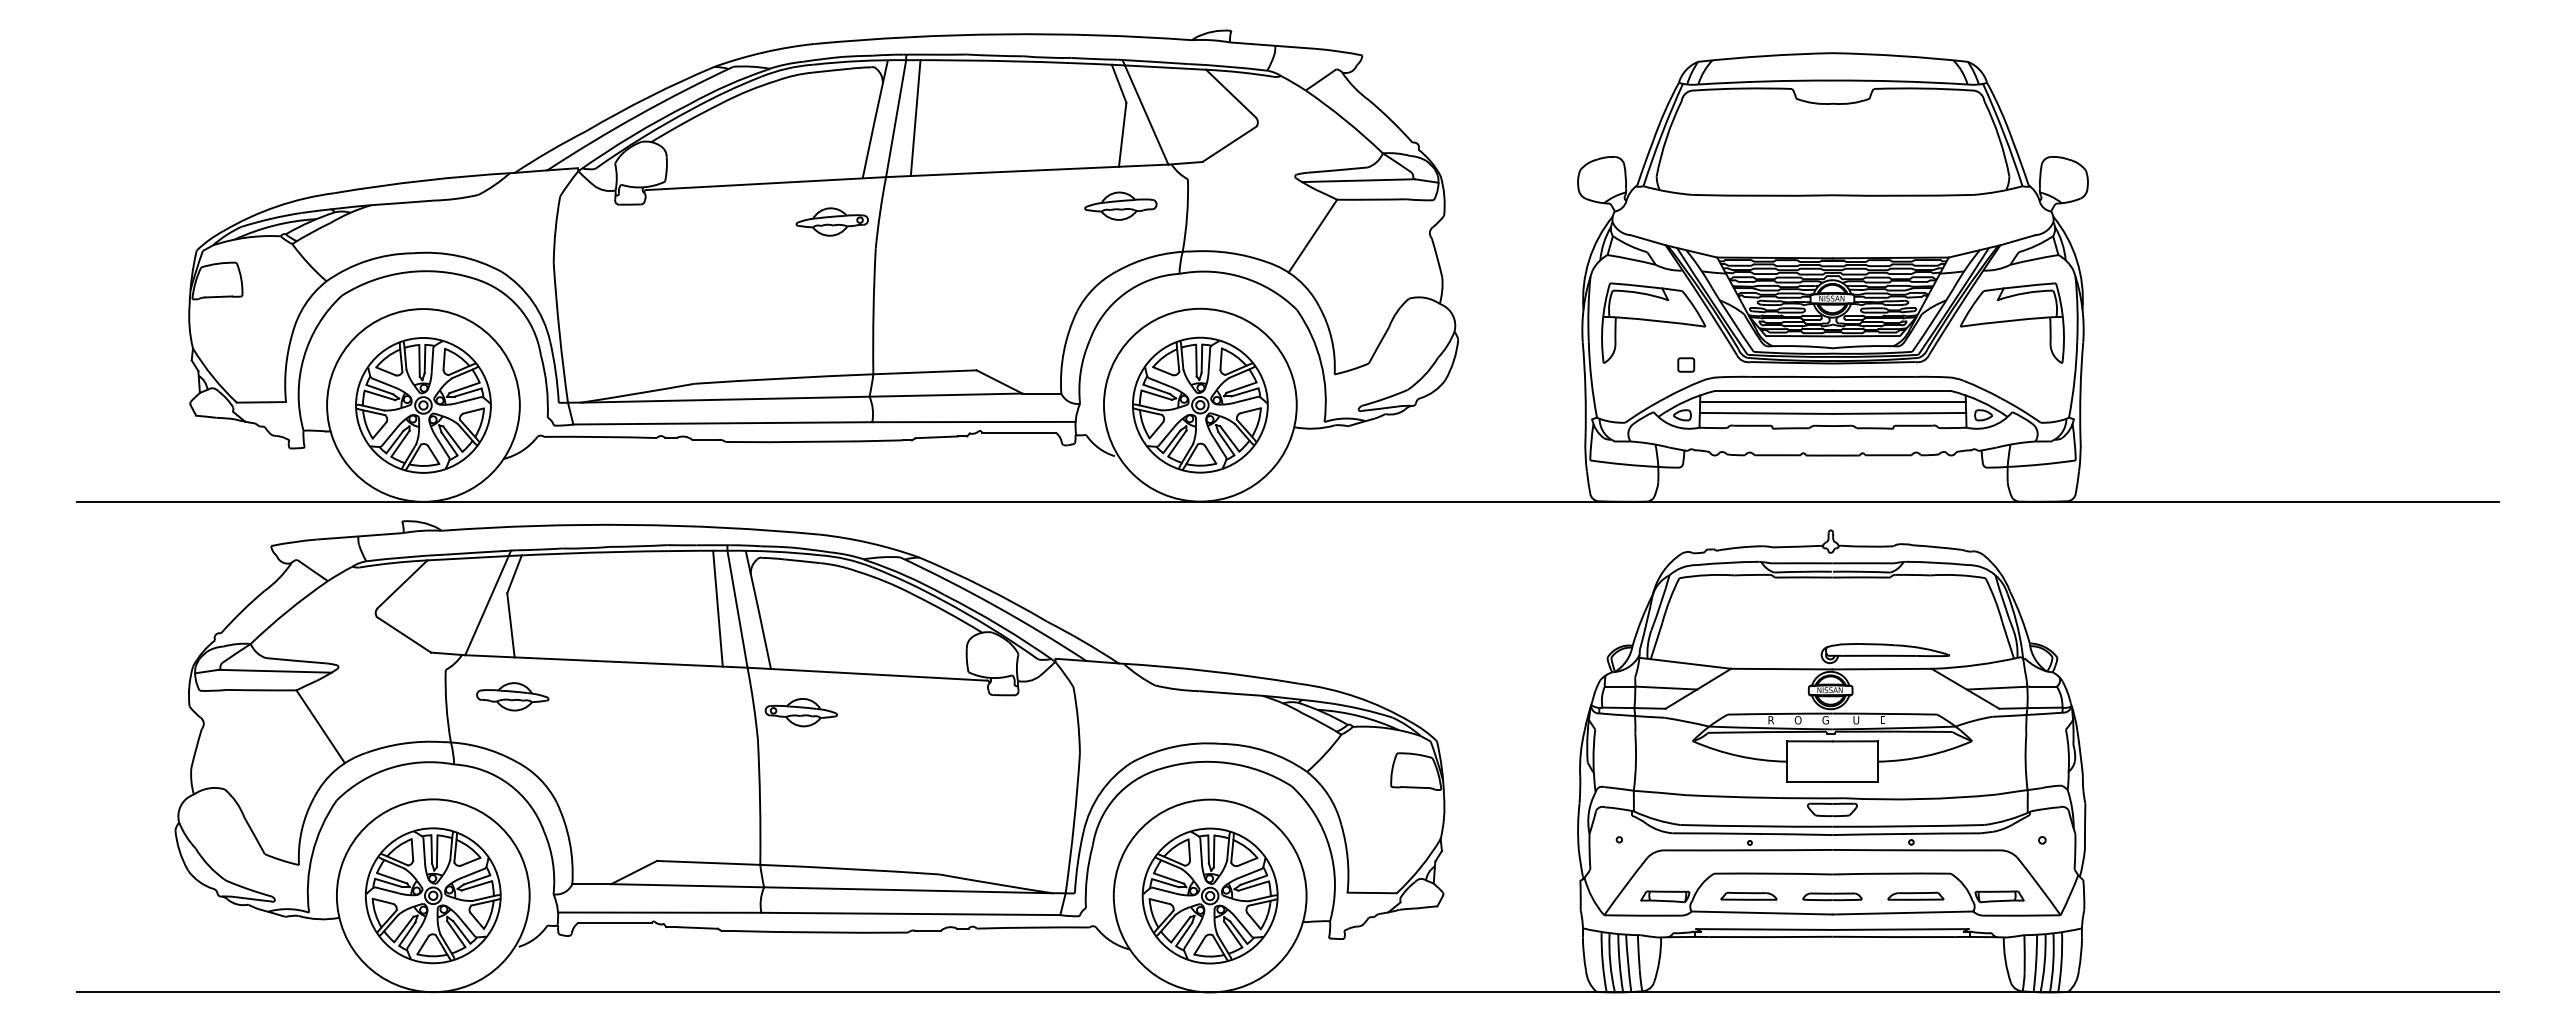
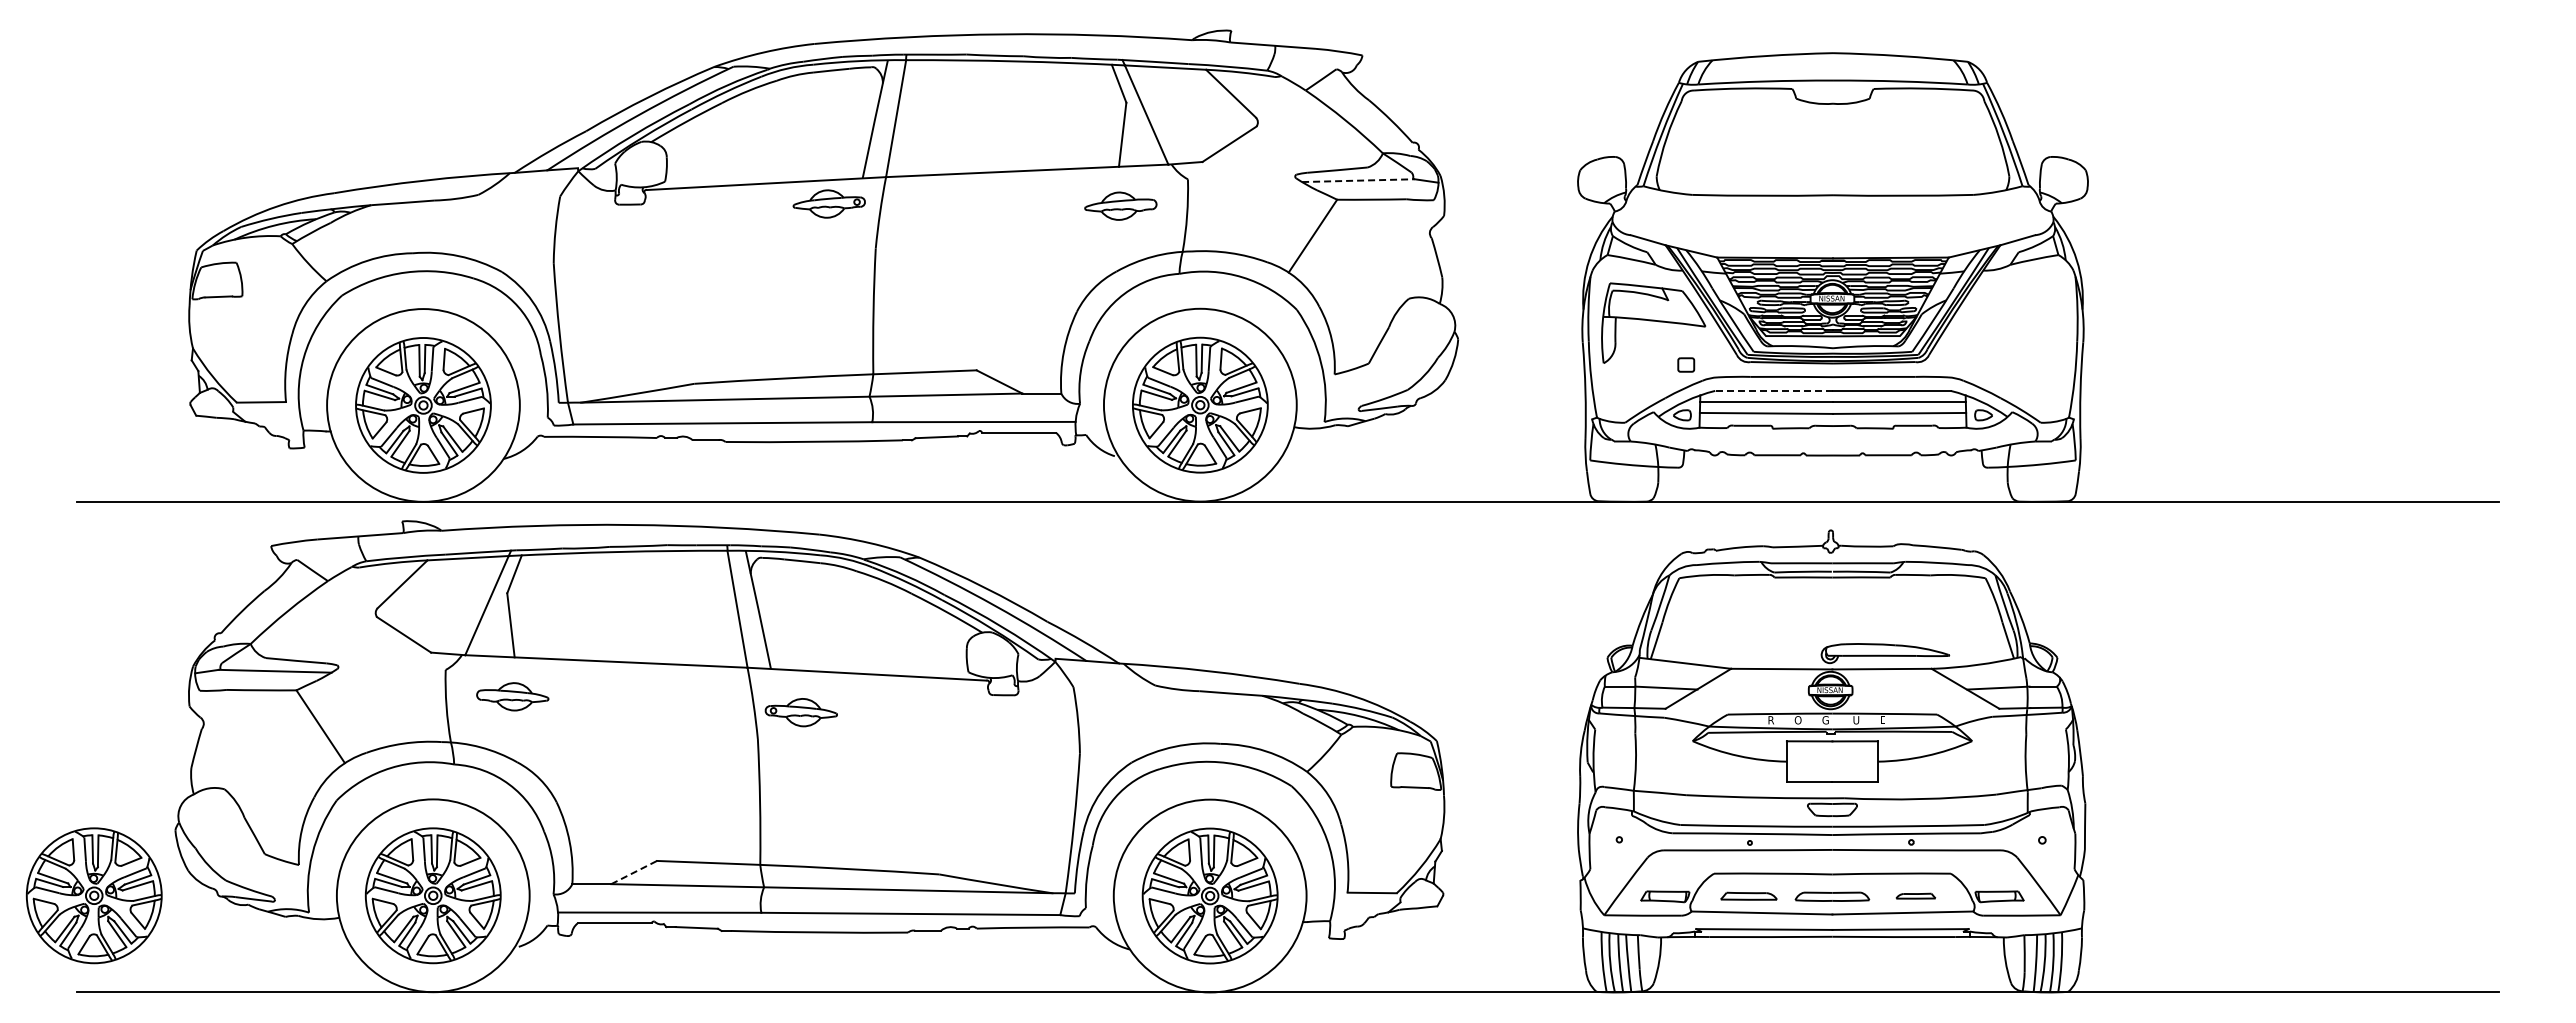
line at (915, 117): present -> none
line at (1358, 180): solid -> dashed
part at (831, 221) position: (831, 221) -> (828, 203)
part at (2011, 322): present -> none
line at (1774, 390): solid -> dashed
line at (717, 608): present -> none
line at (634, 872): solid -> dashed
part at (93, 895): none -> present
part at (1915, 895) size: 58x10 px -> 42x8 px
part at (1832, 896) size: 61x10 px -> 77x11 px
